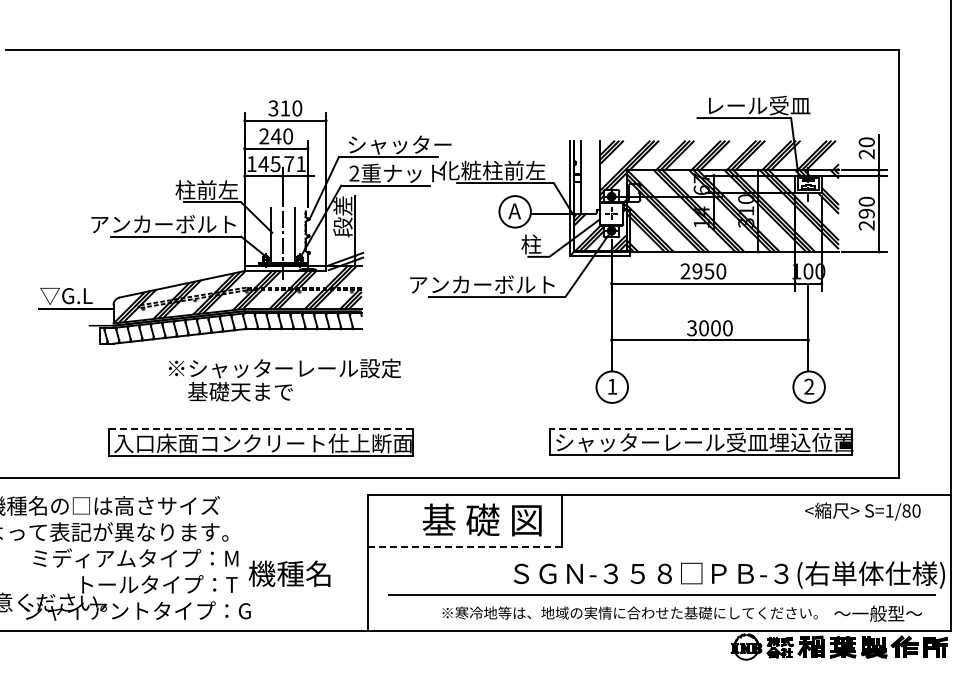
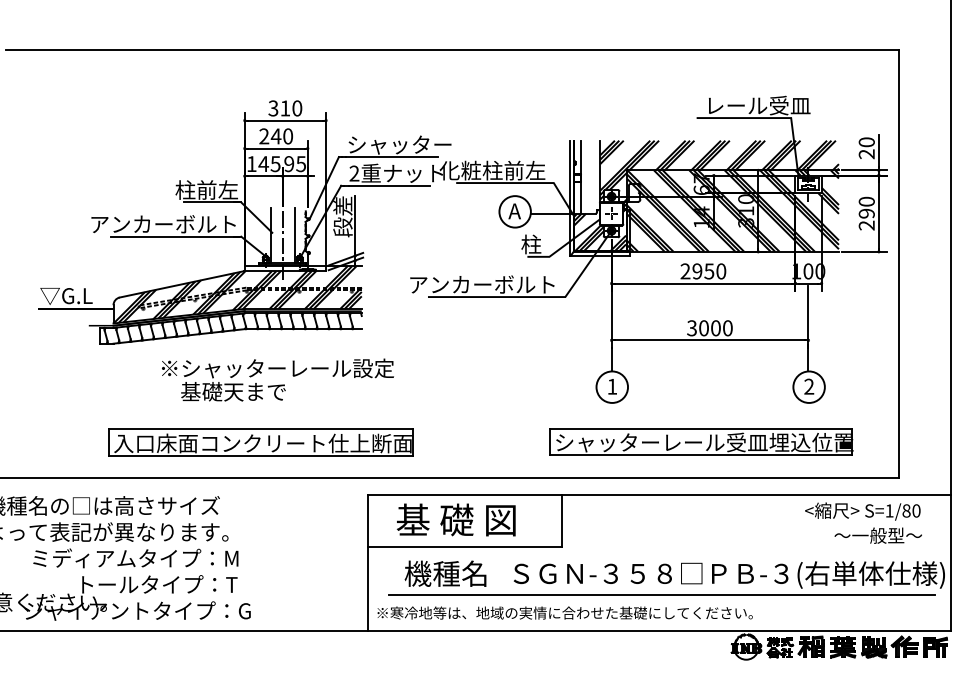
text at (294, 164): 71 -> 95
text at (284, 379) position: (284, 379) -> (277, 379)
line at (260, 429): dashed -> solid
line at (700, 429): dashed -> solid
text at (481, 519) position: (481, 519) -> (455, 519)
line at (465, 547): dashed -> solid
text at (289, 573) position: (289, 573) -> (445, 573)
text at (629, 612) position: (629, 612) -> (564, 612)
text at (877, 613) position: (877, 613) -> (877, 535)
